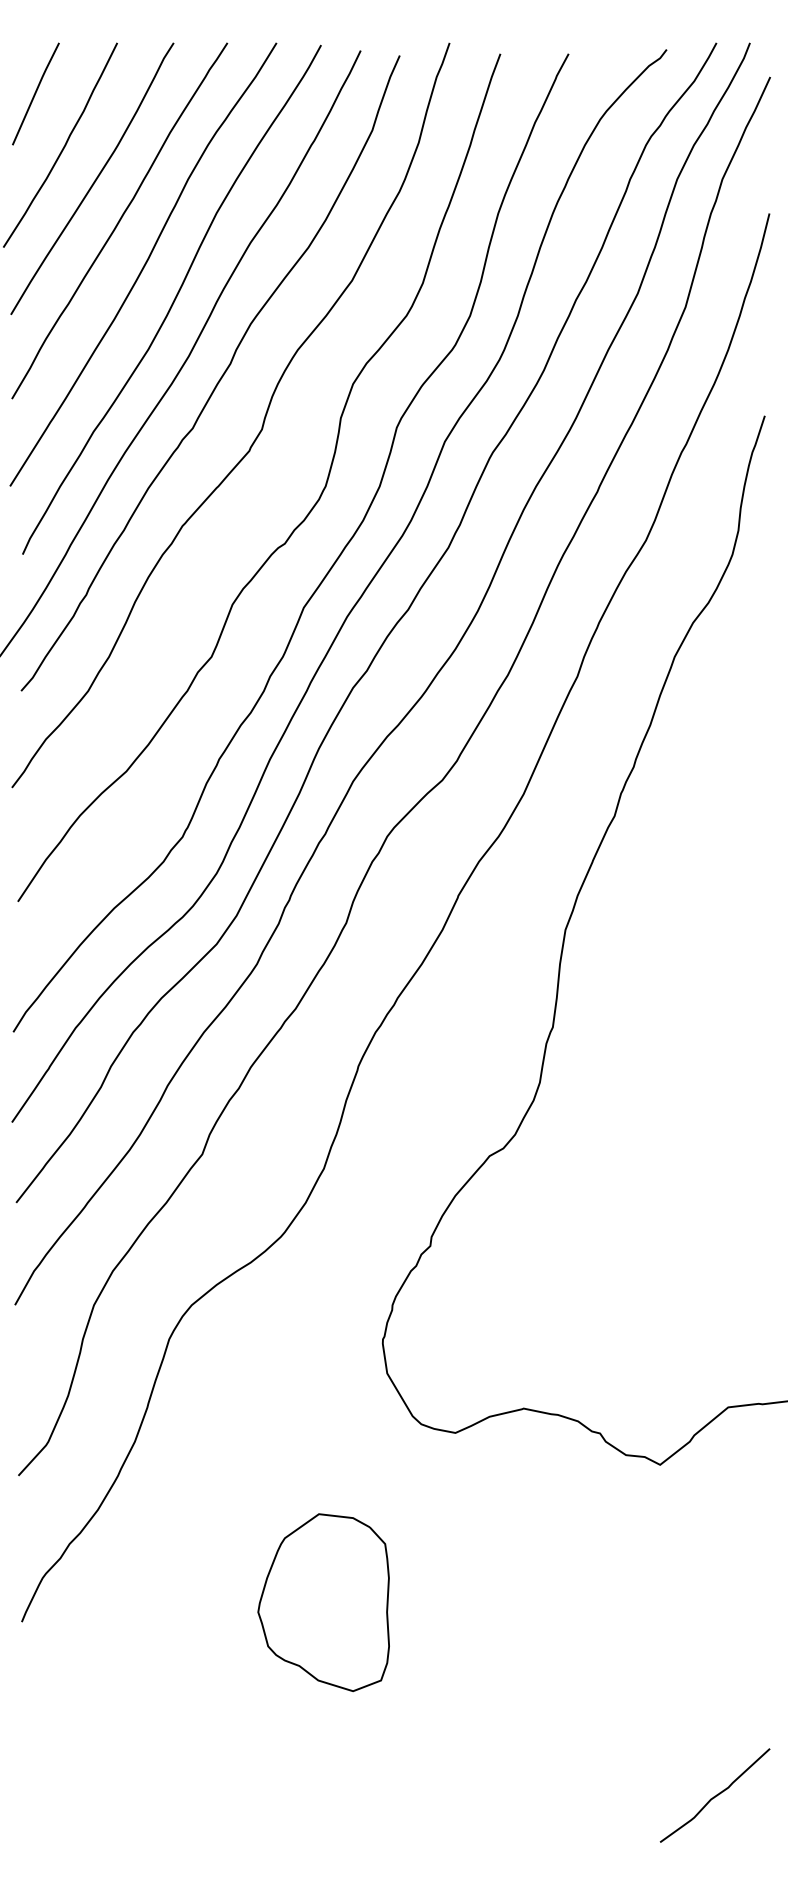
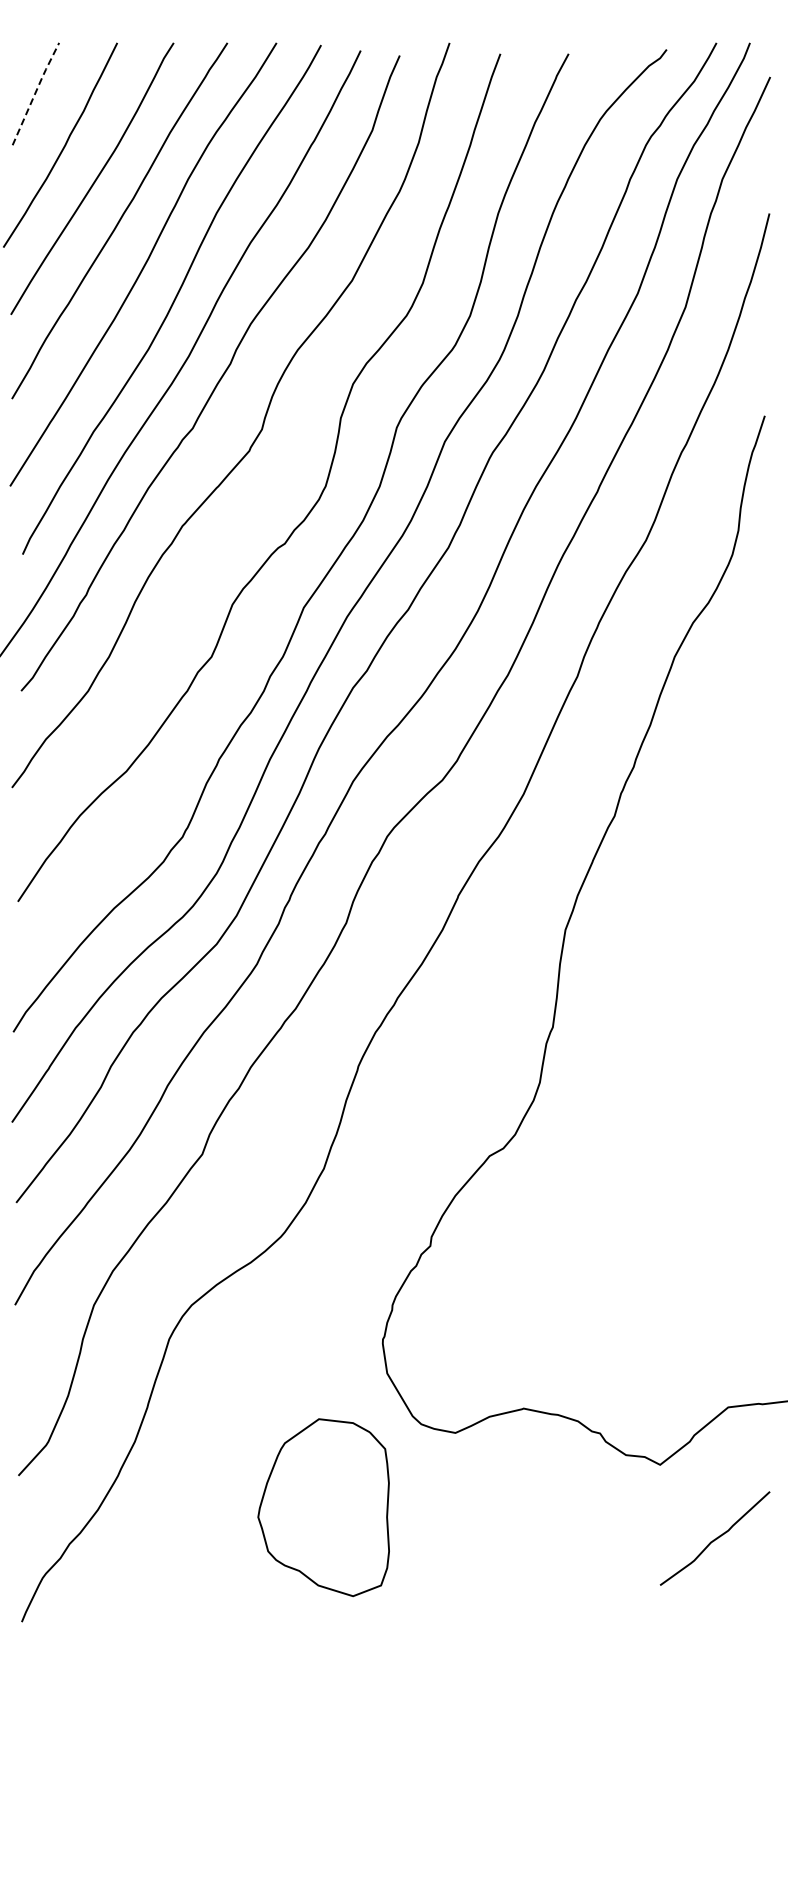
line at (35, 92): solid -> dashed
part at (323, 1602) position: (323, 1602) -> (323, 1507)
curve at (715, 1795) position: (715, 1795) -> (715, 1538)
